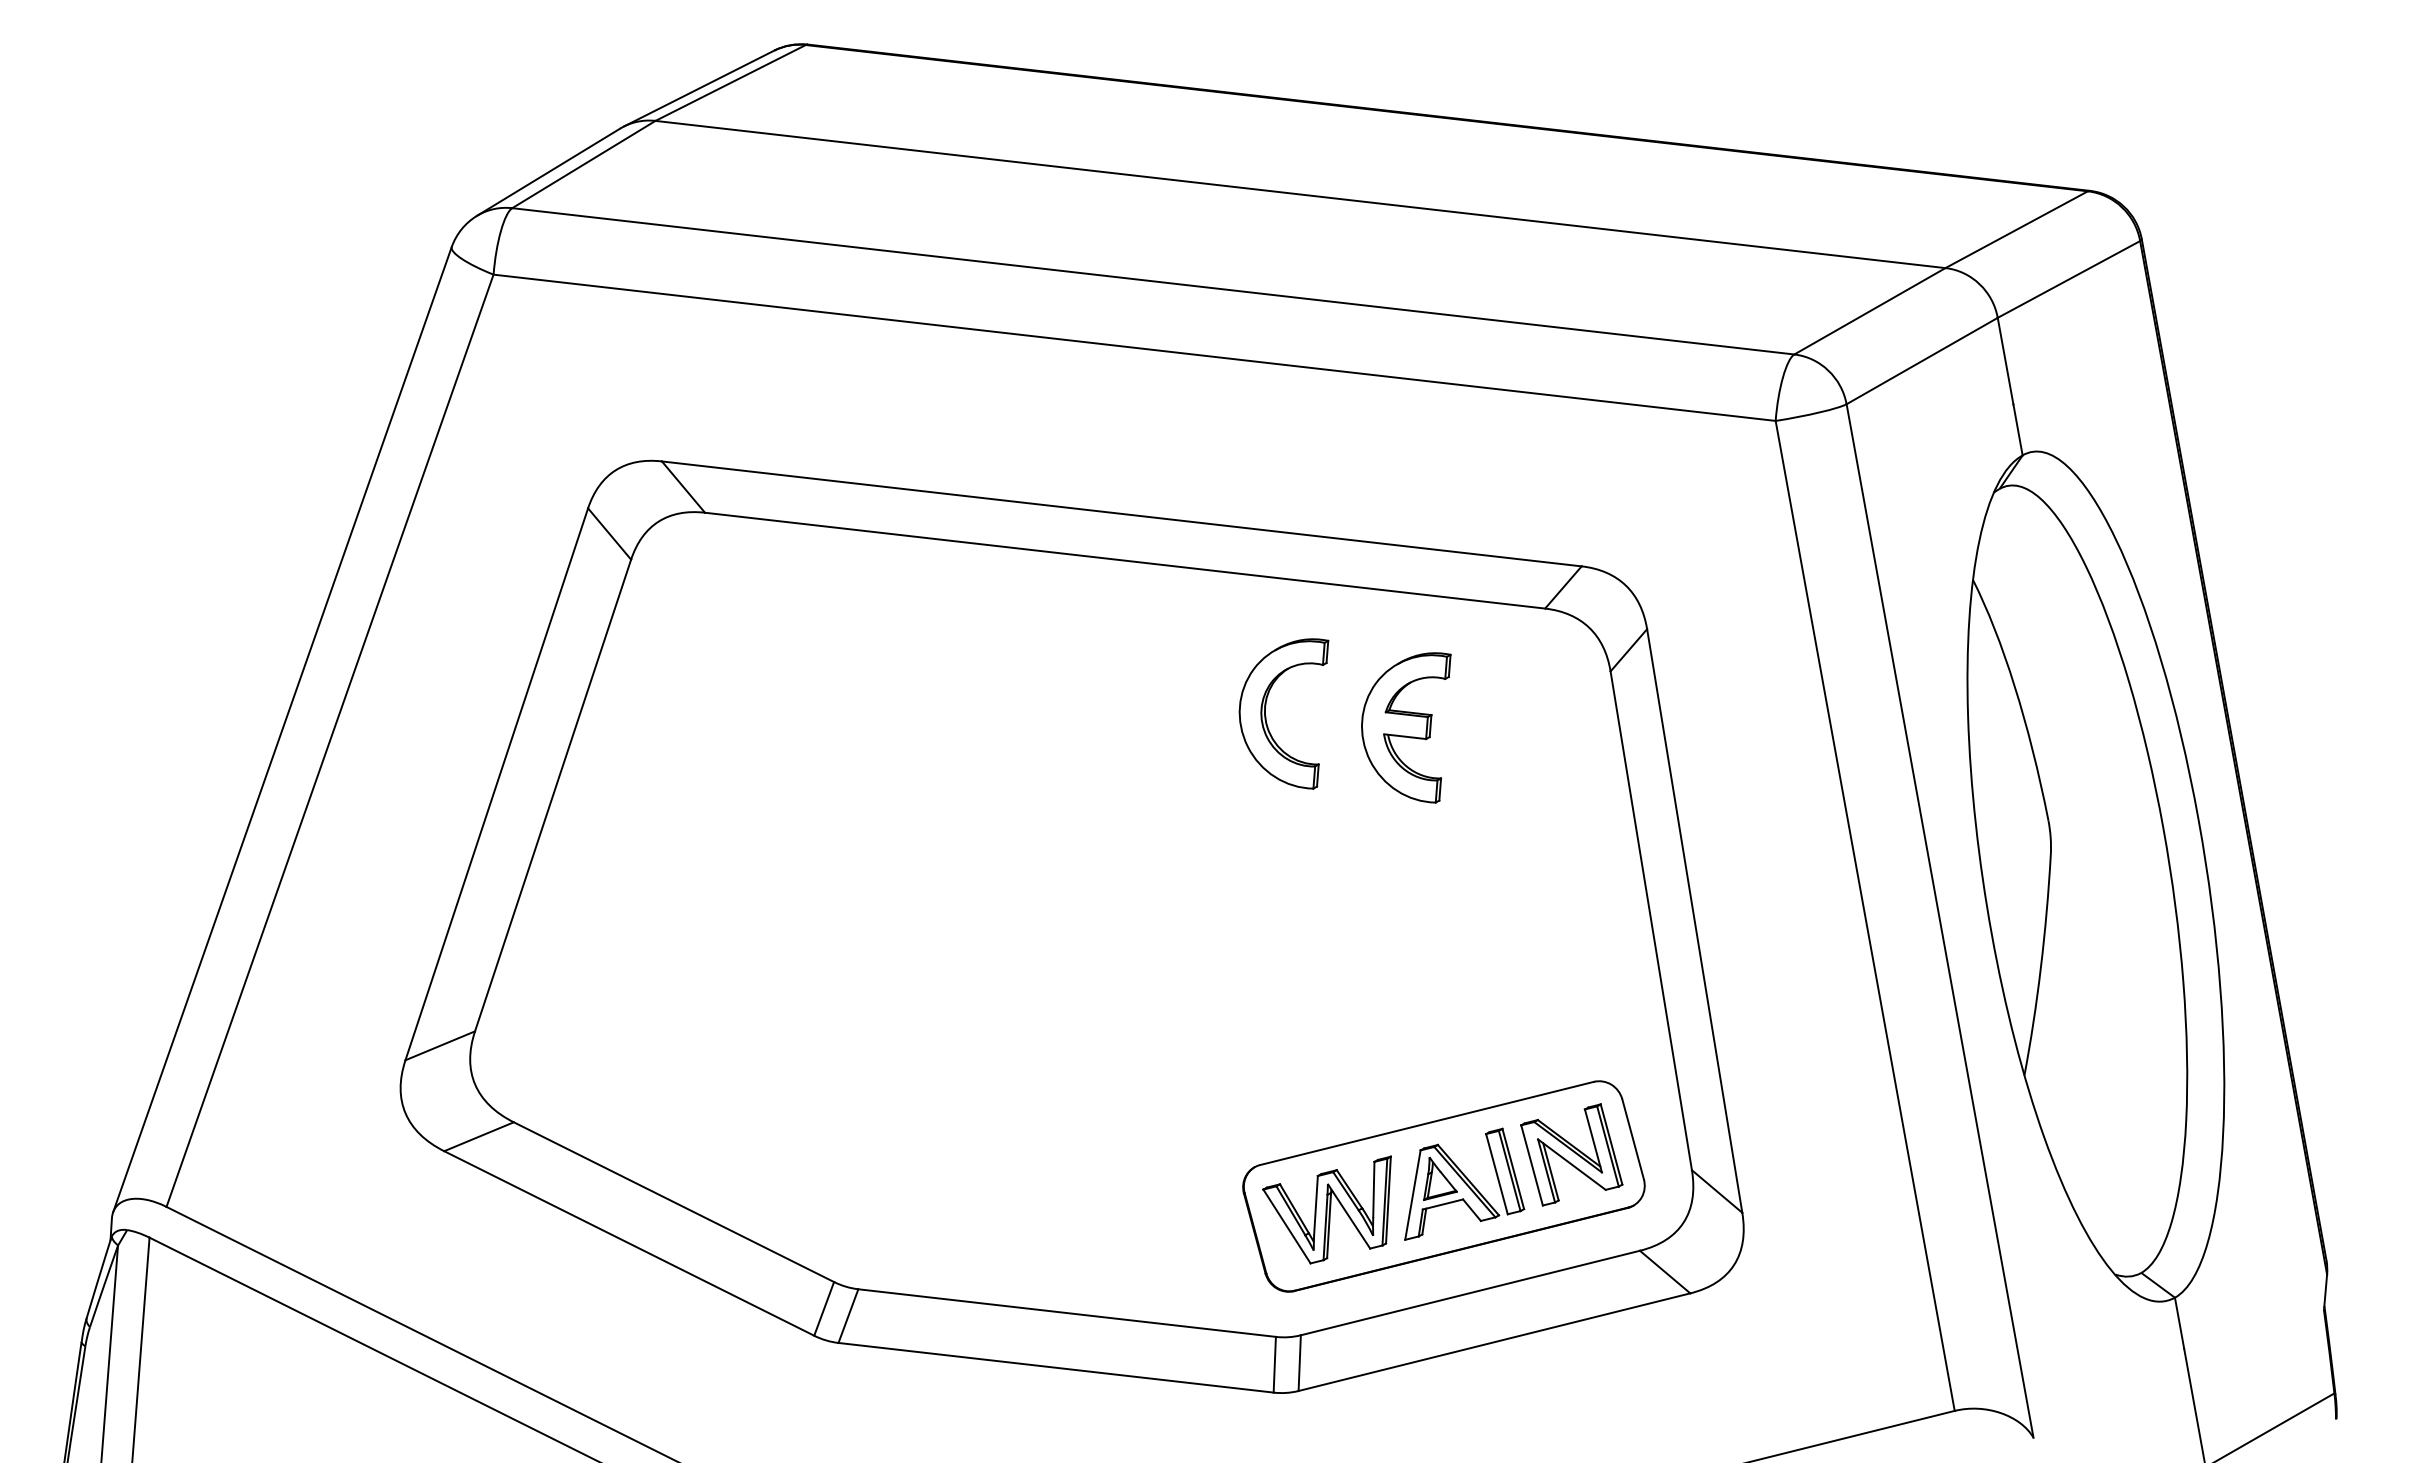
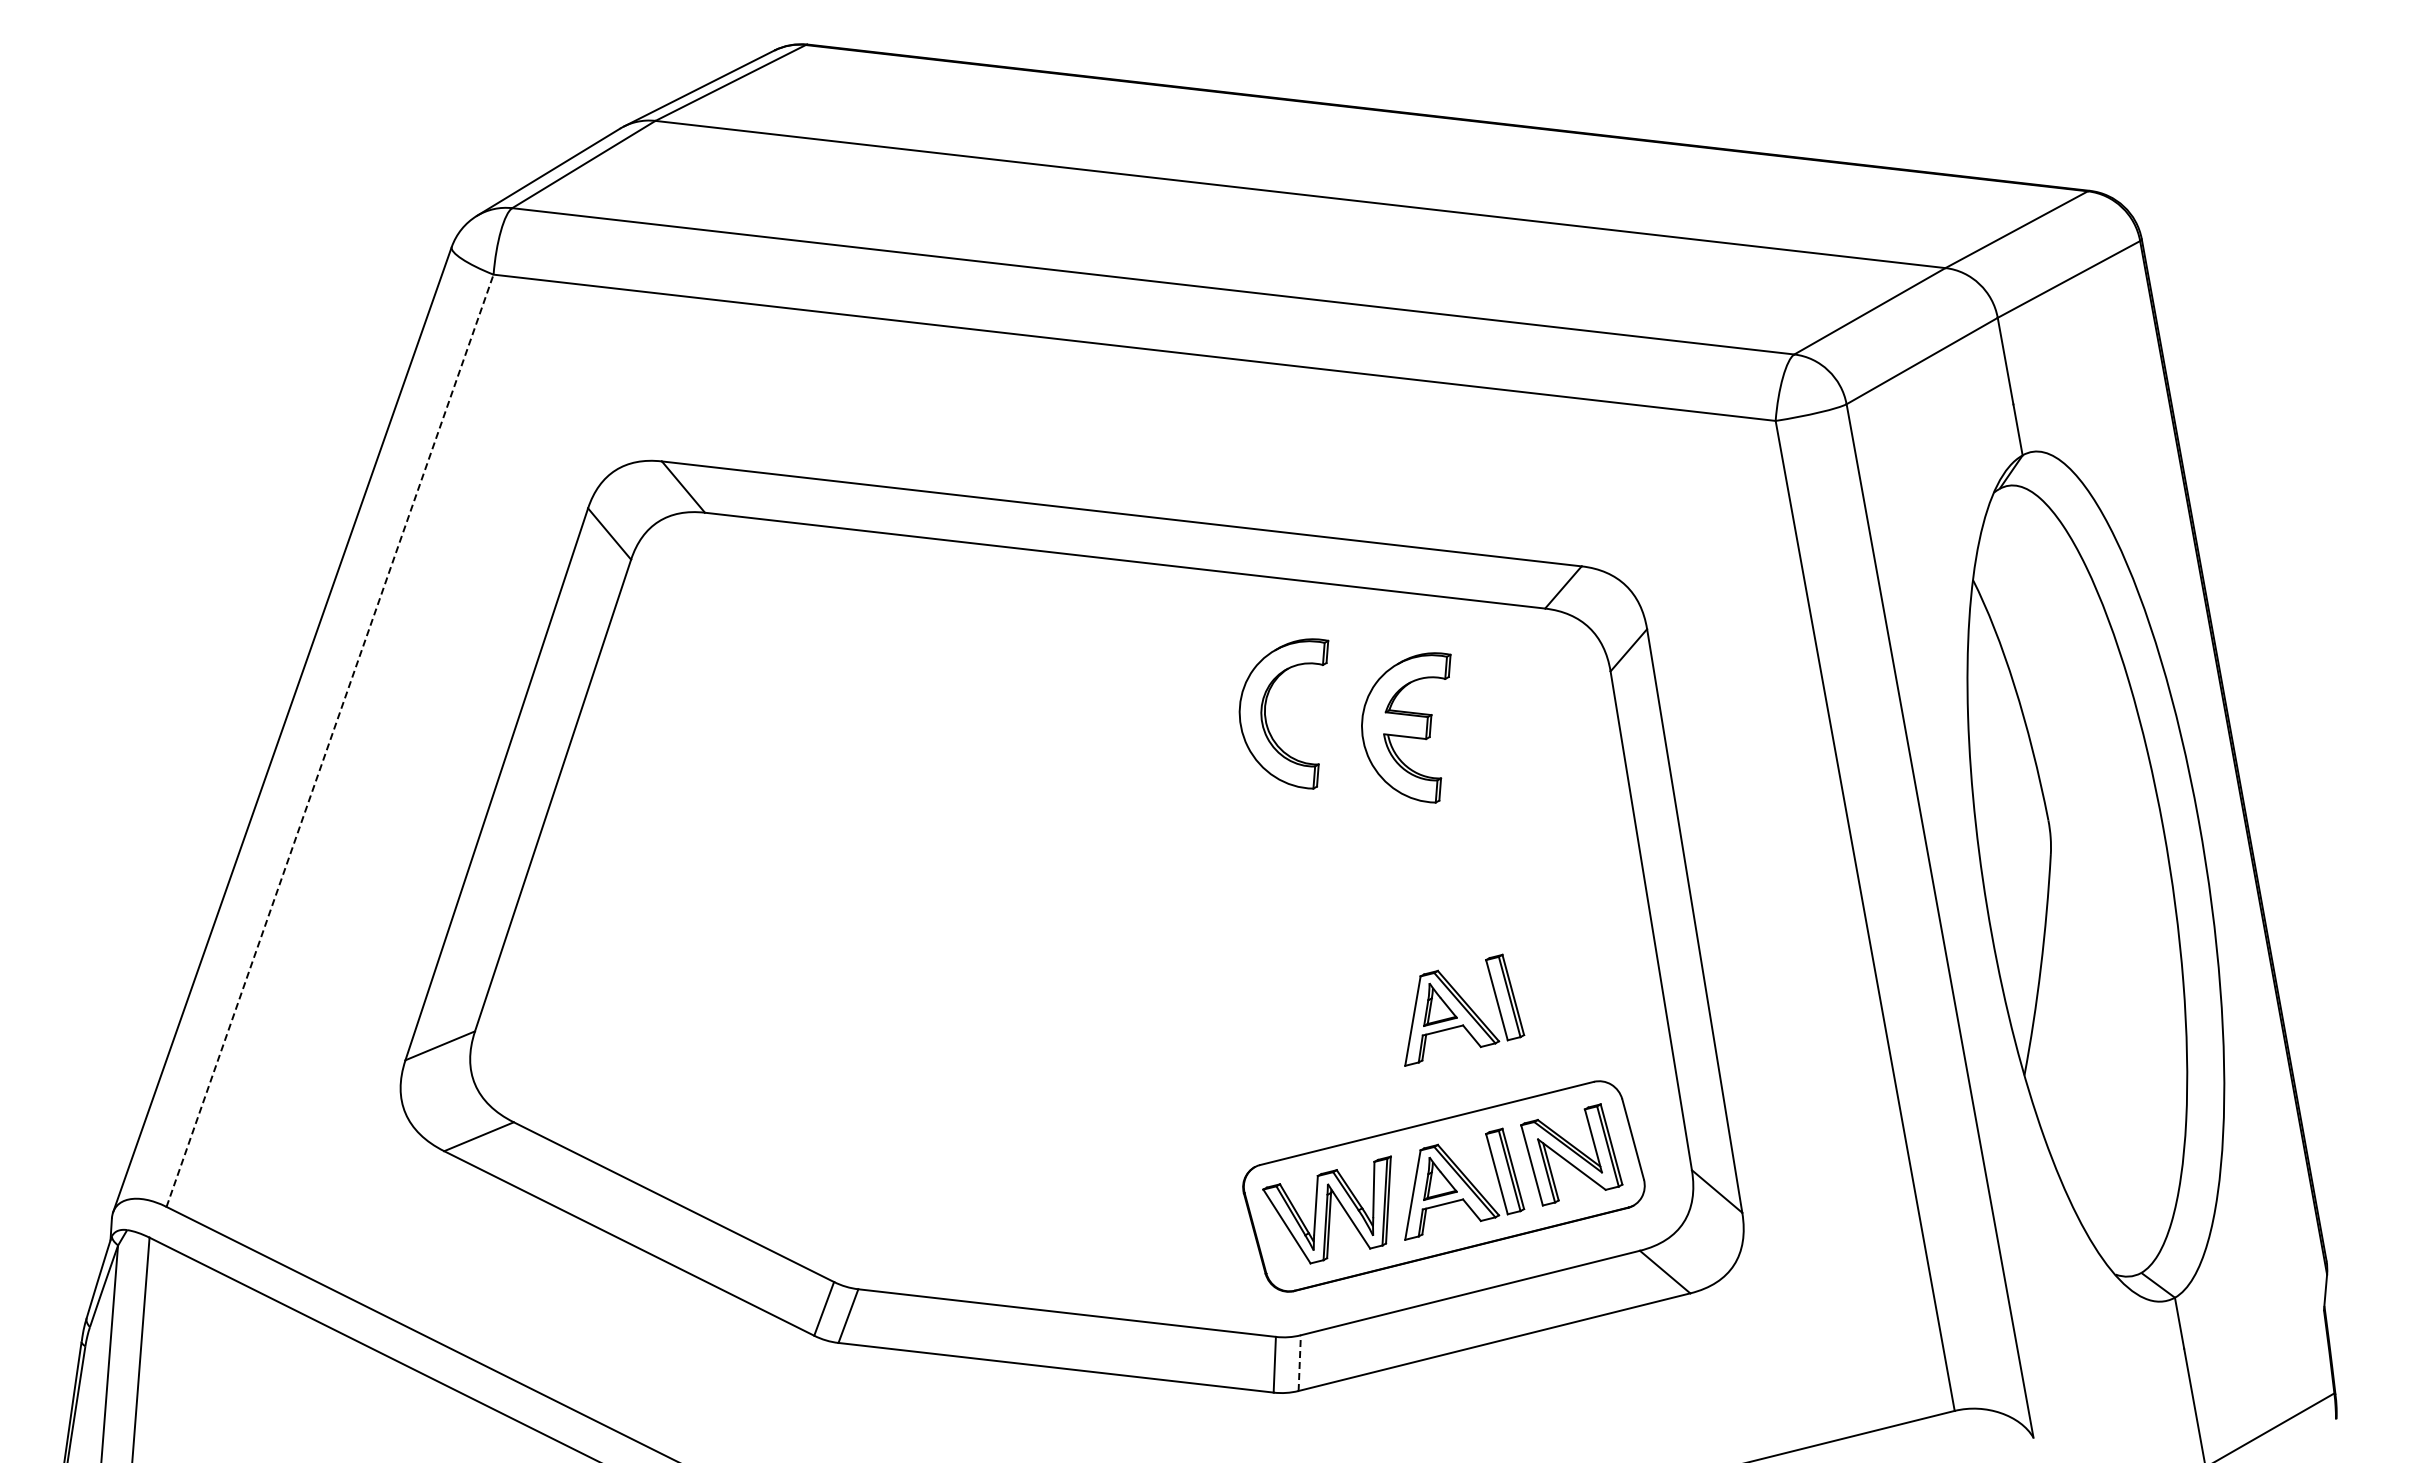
line at (330, 740): solid -> dashed
part at (1464, 1009): none -> present
line at (1299, 1363): solid -> dashed
